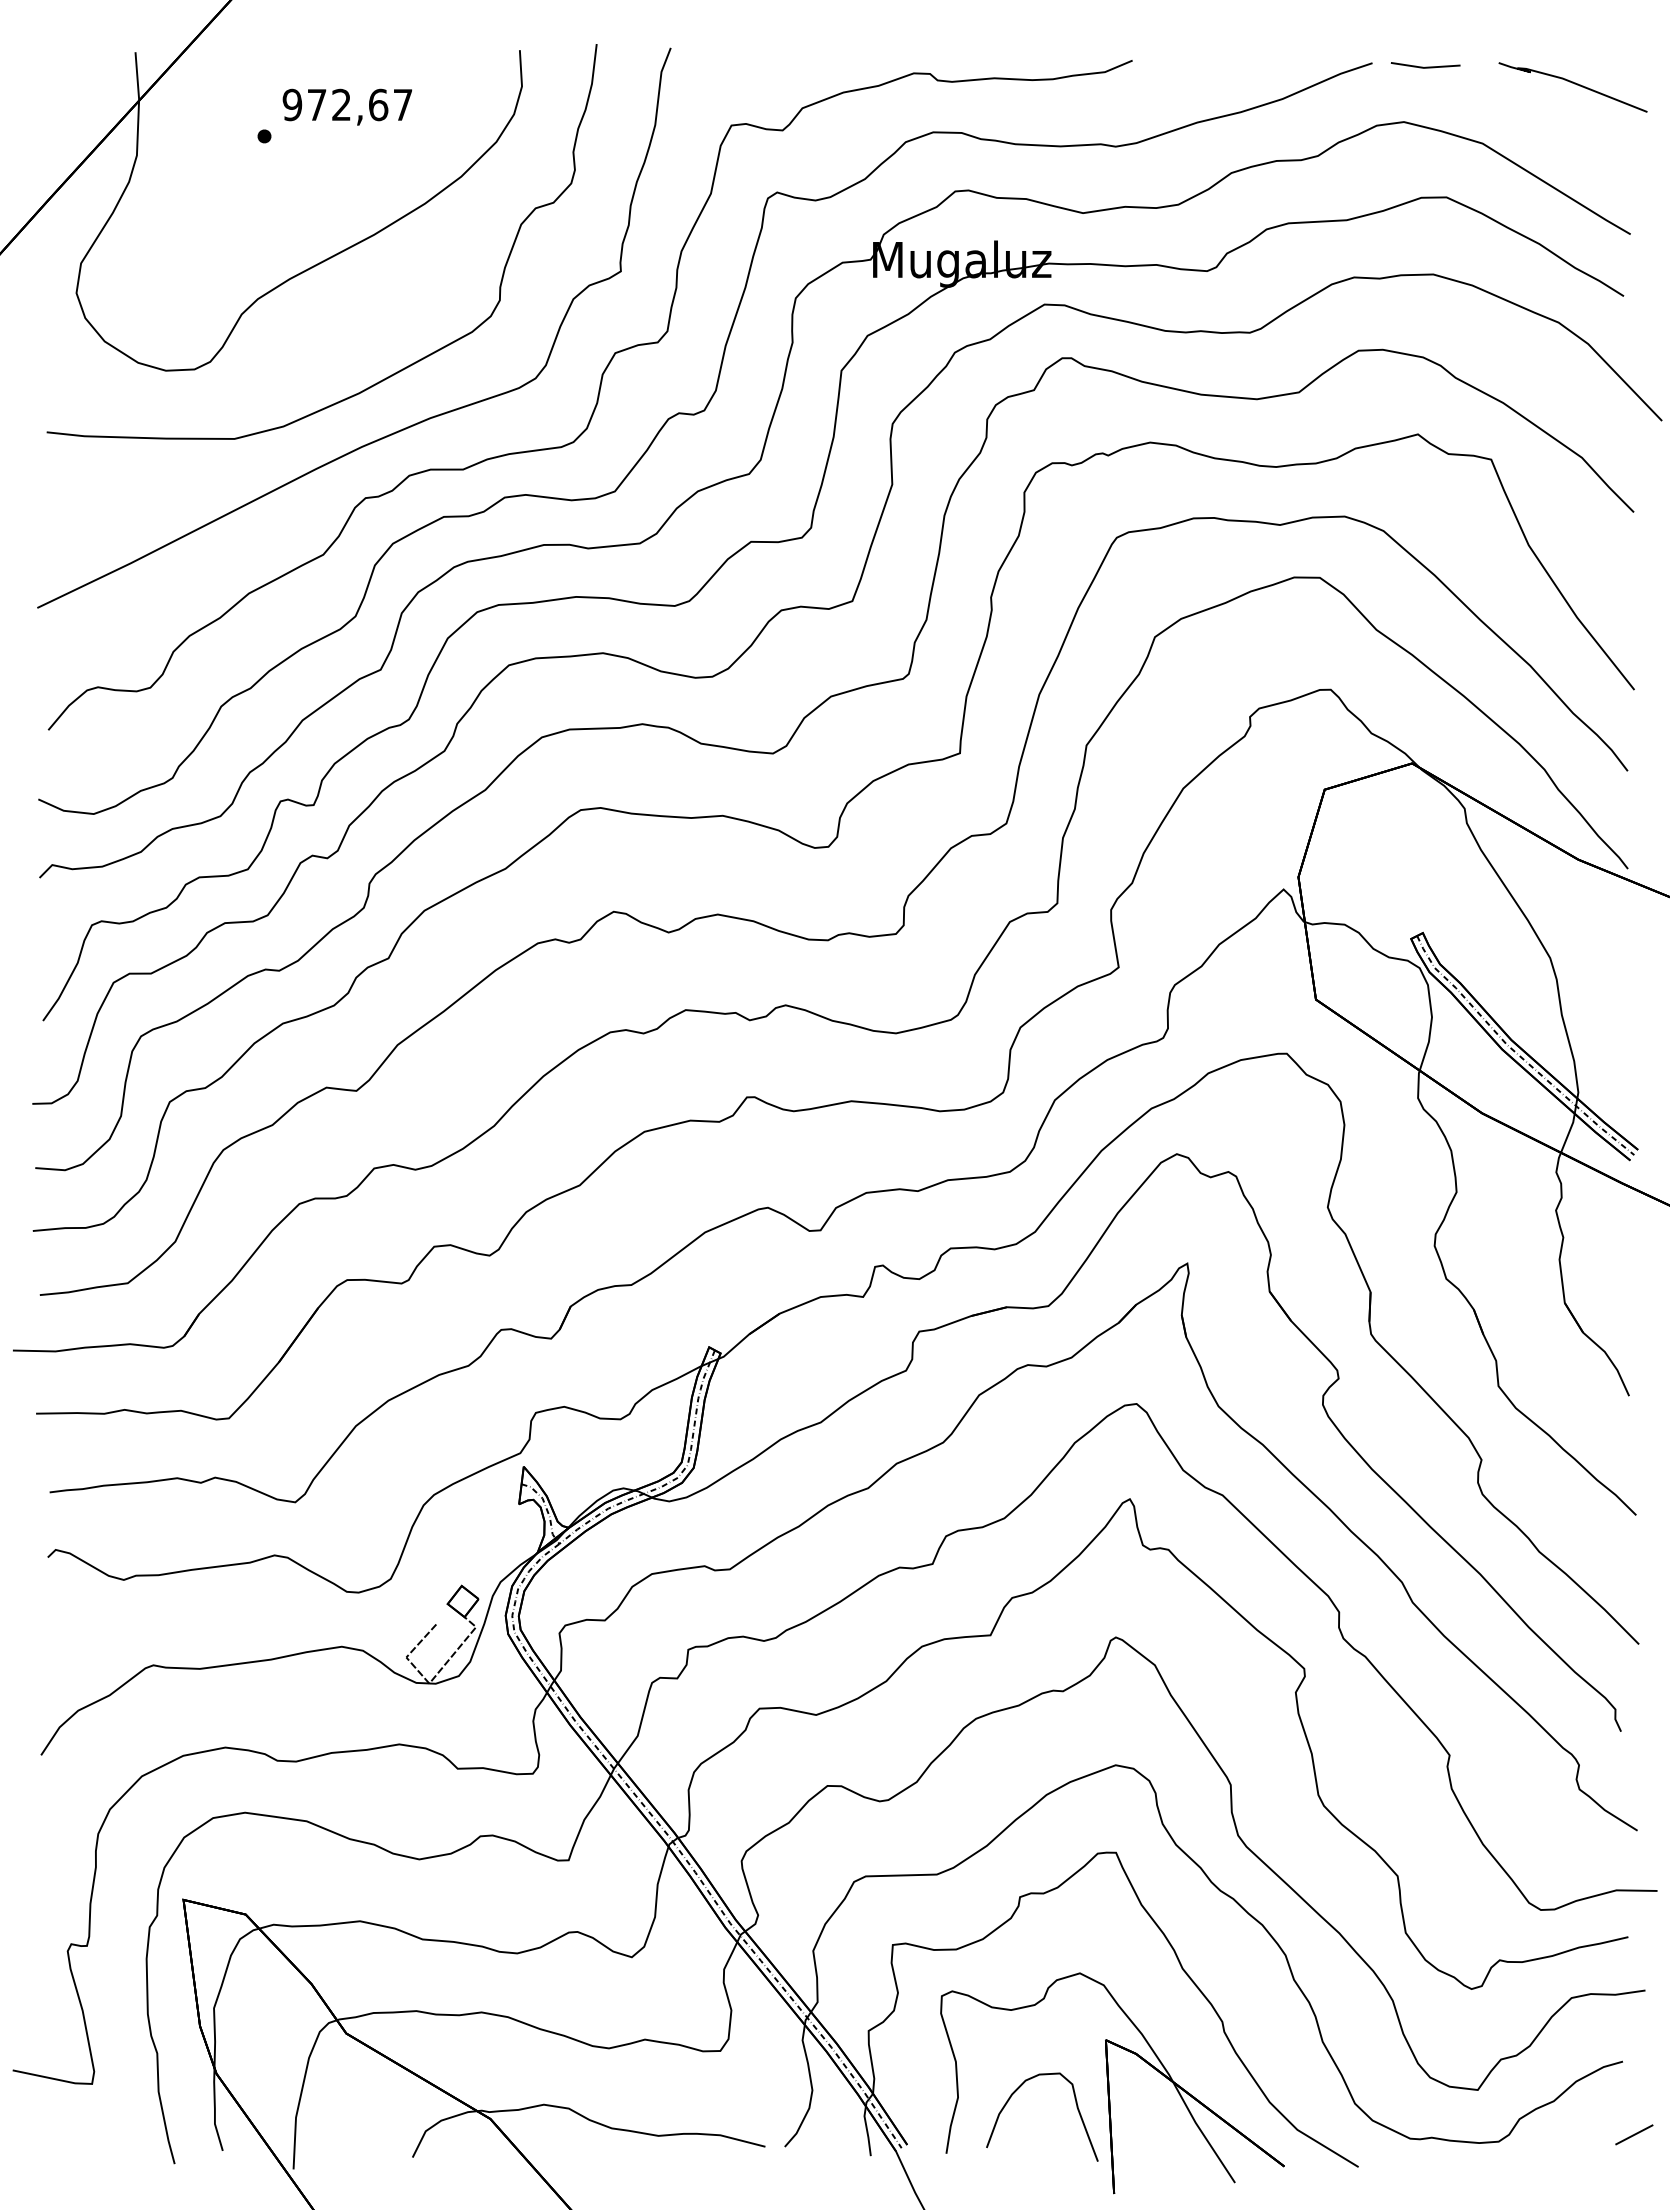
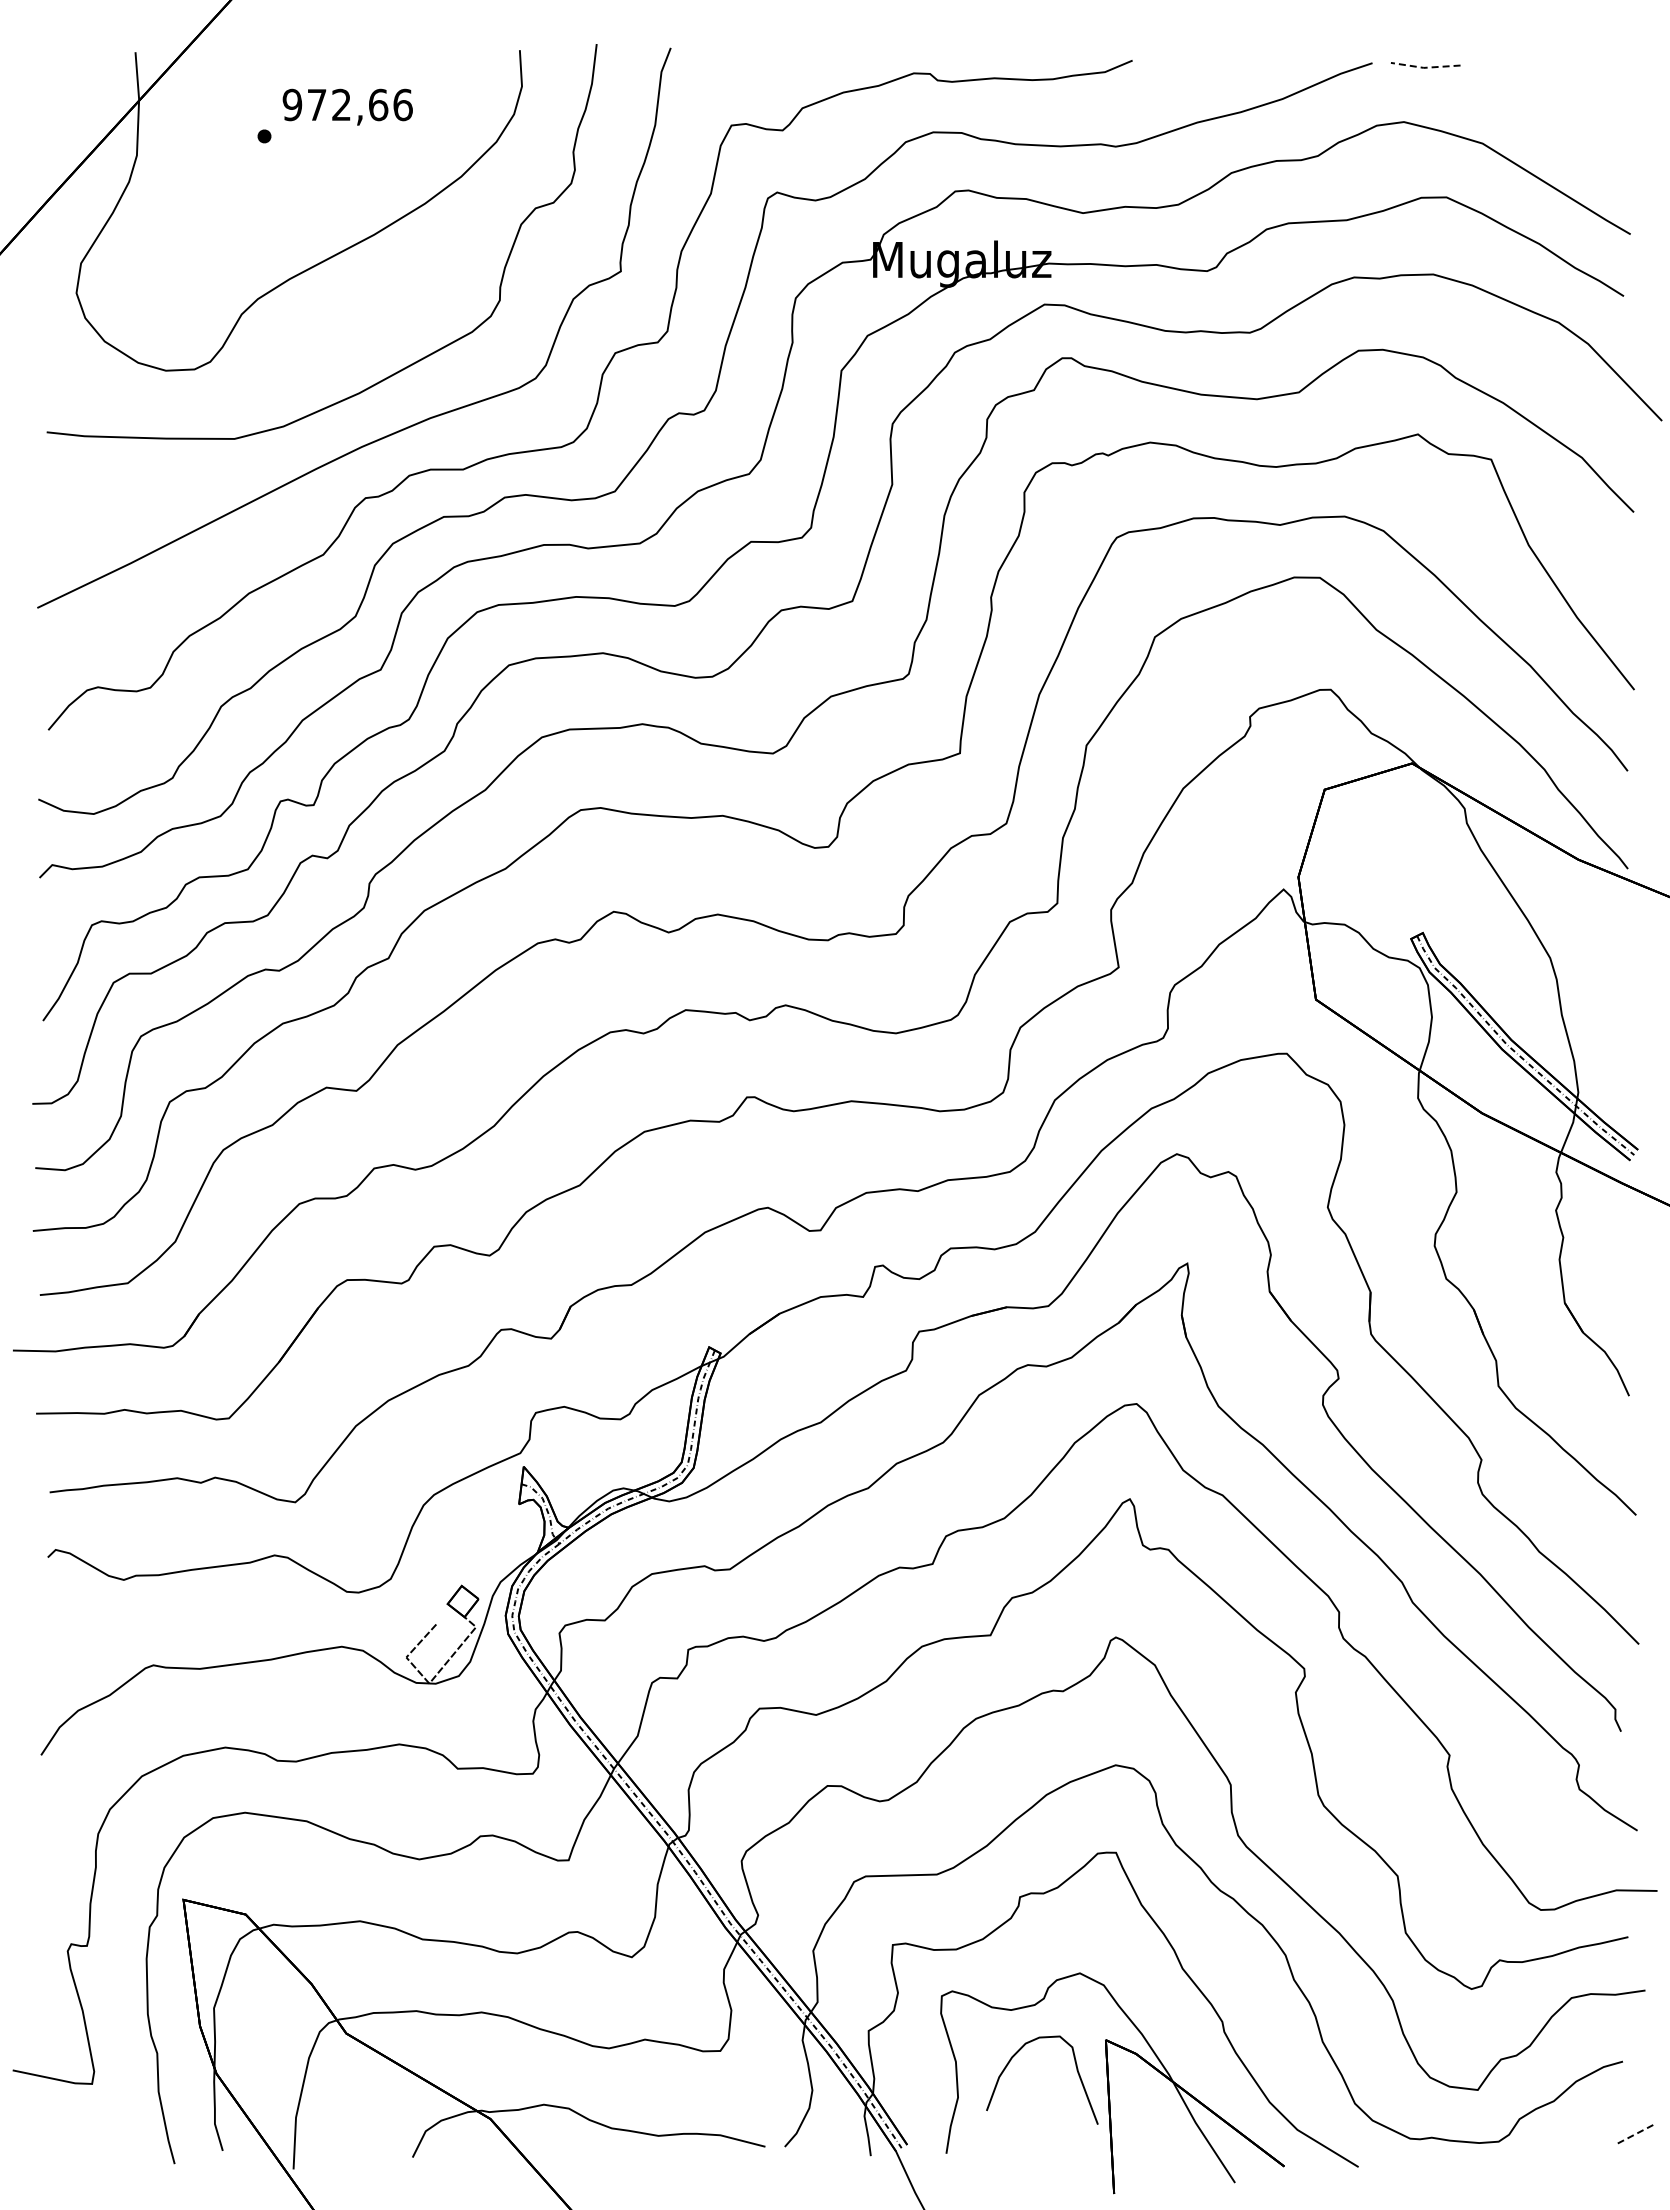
line at (1424, 67): solid -> dashed
curve at (1574, 84): present -> none
text at (402, 104): 972,67 -> 972,66
curve at (1076, 2107) position: (1076, 2107) -> (1076, 2070)
line at (1633, 2135): solid -> dashed
